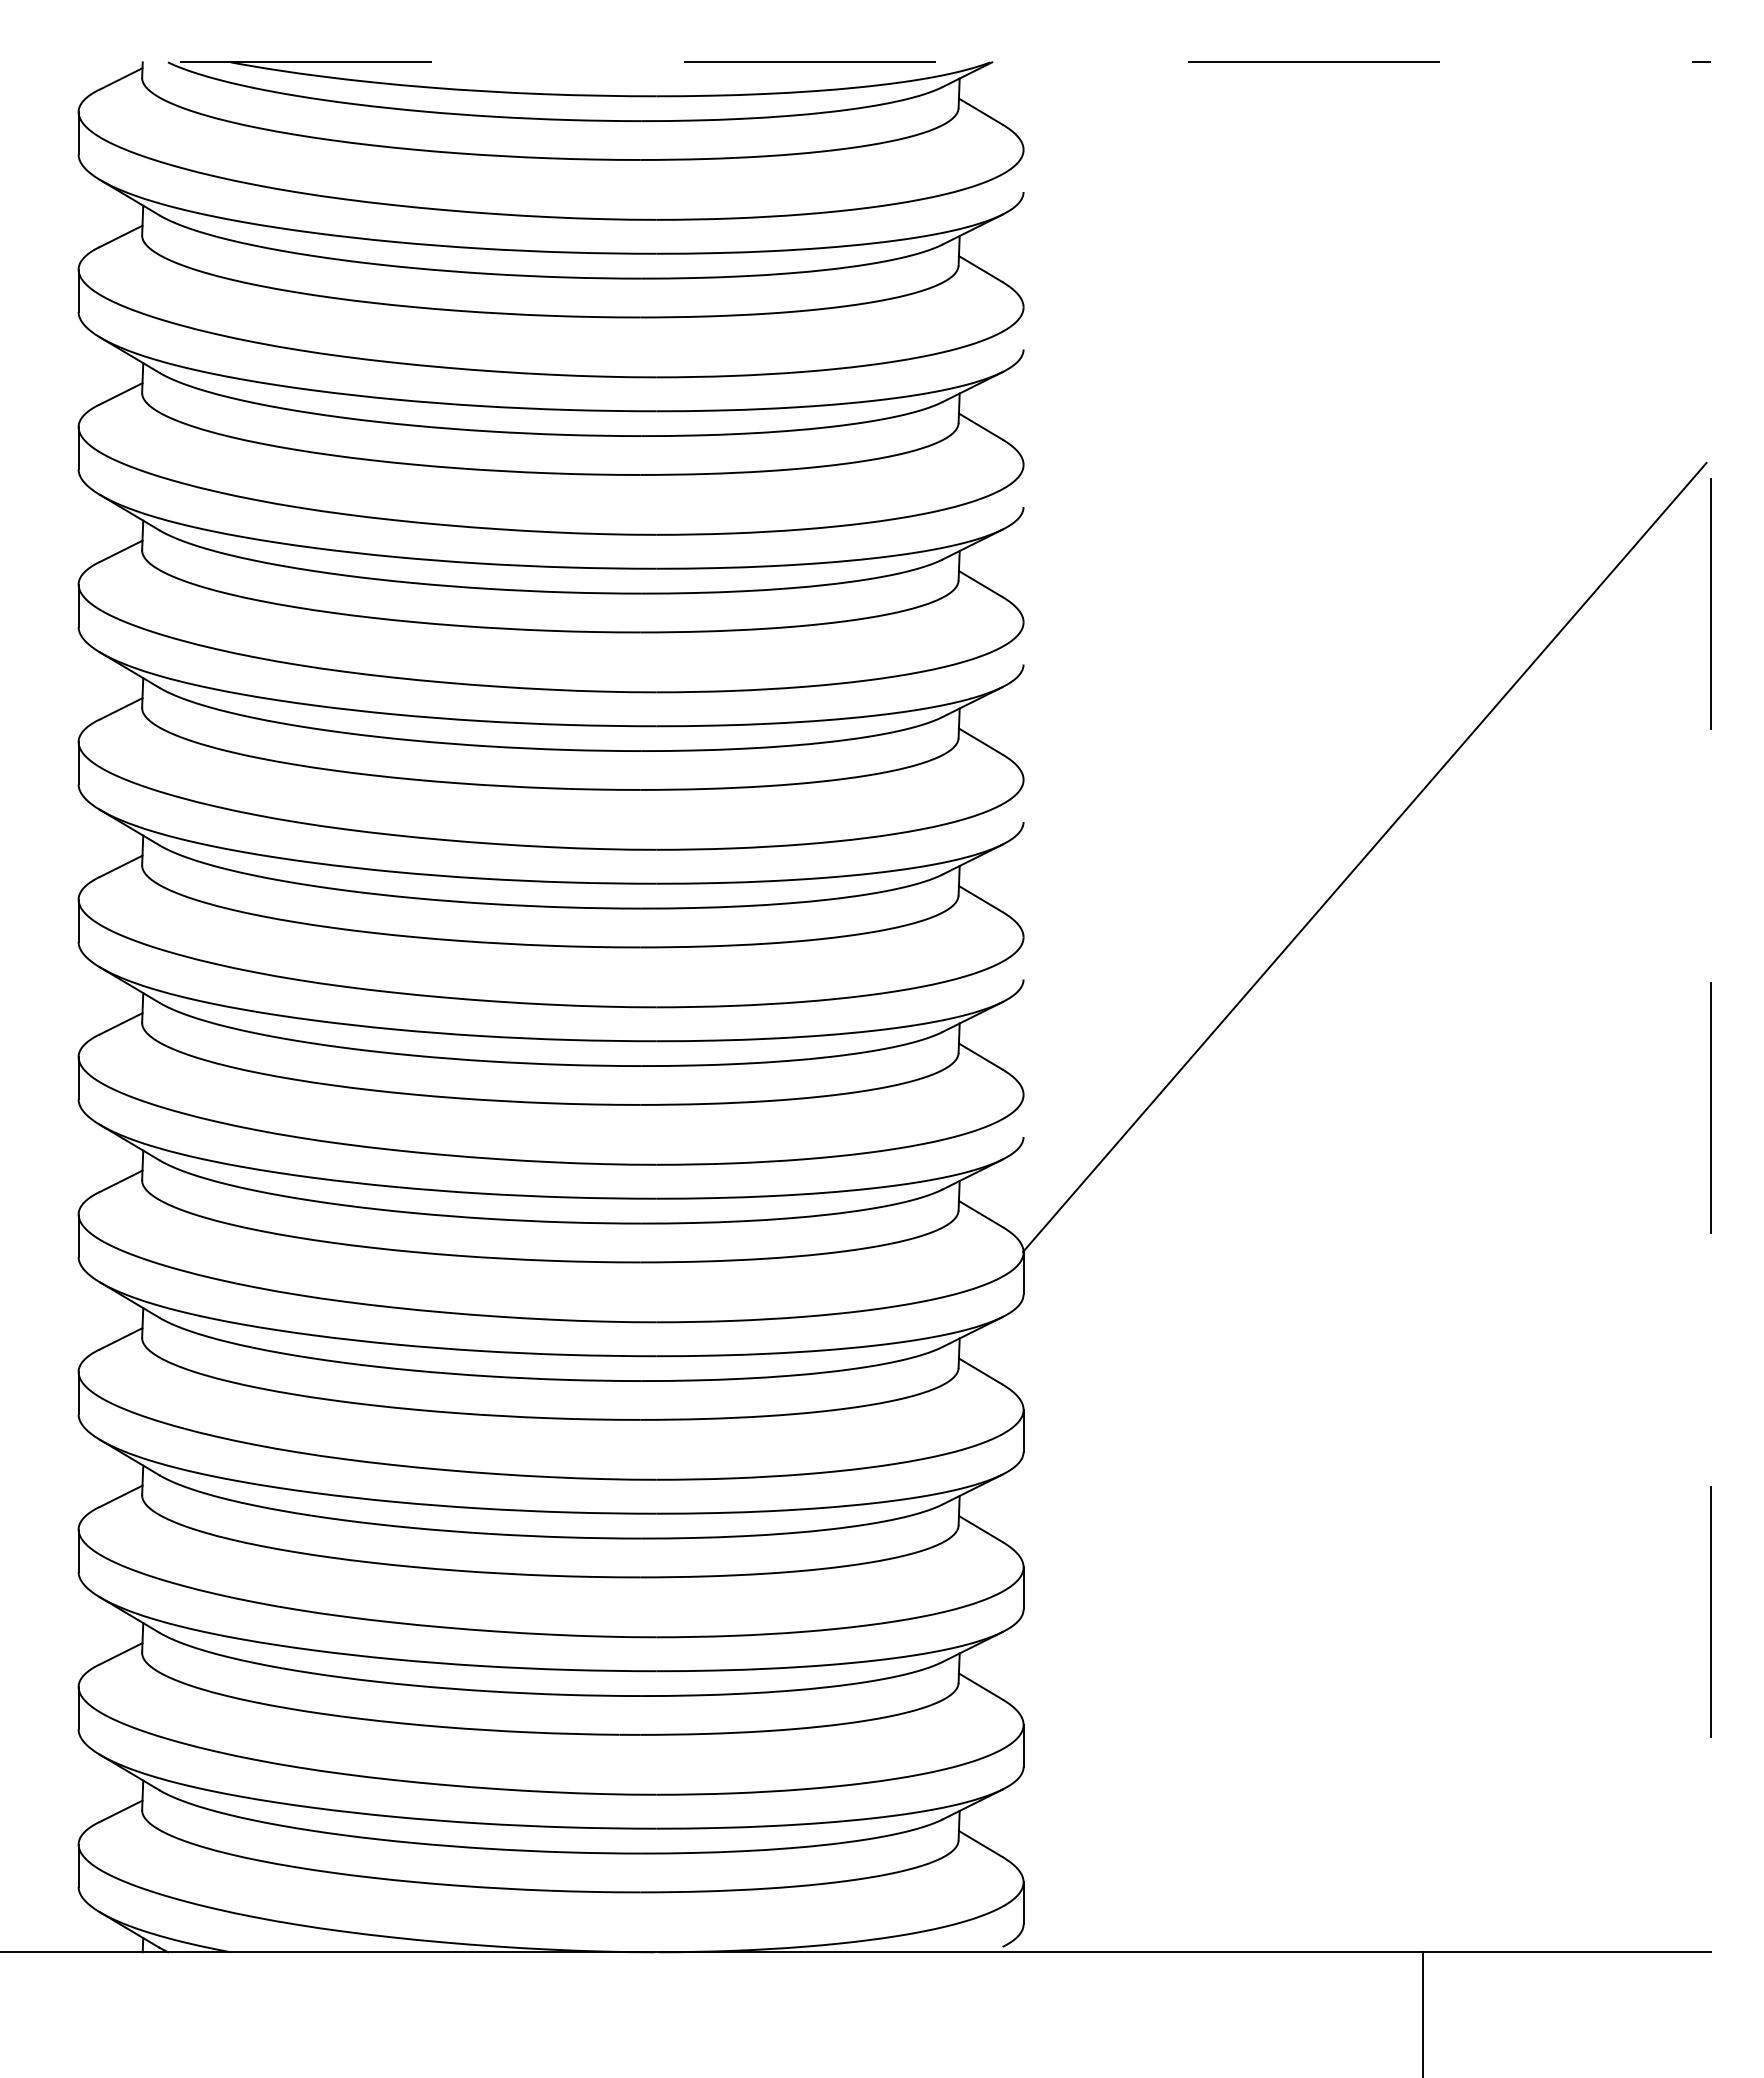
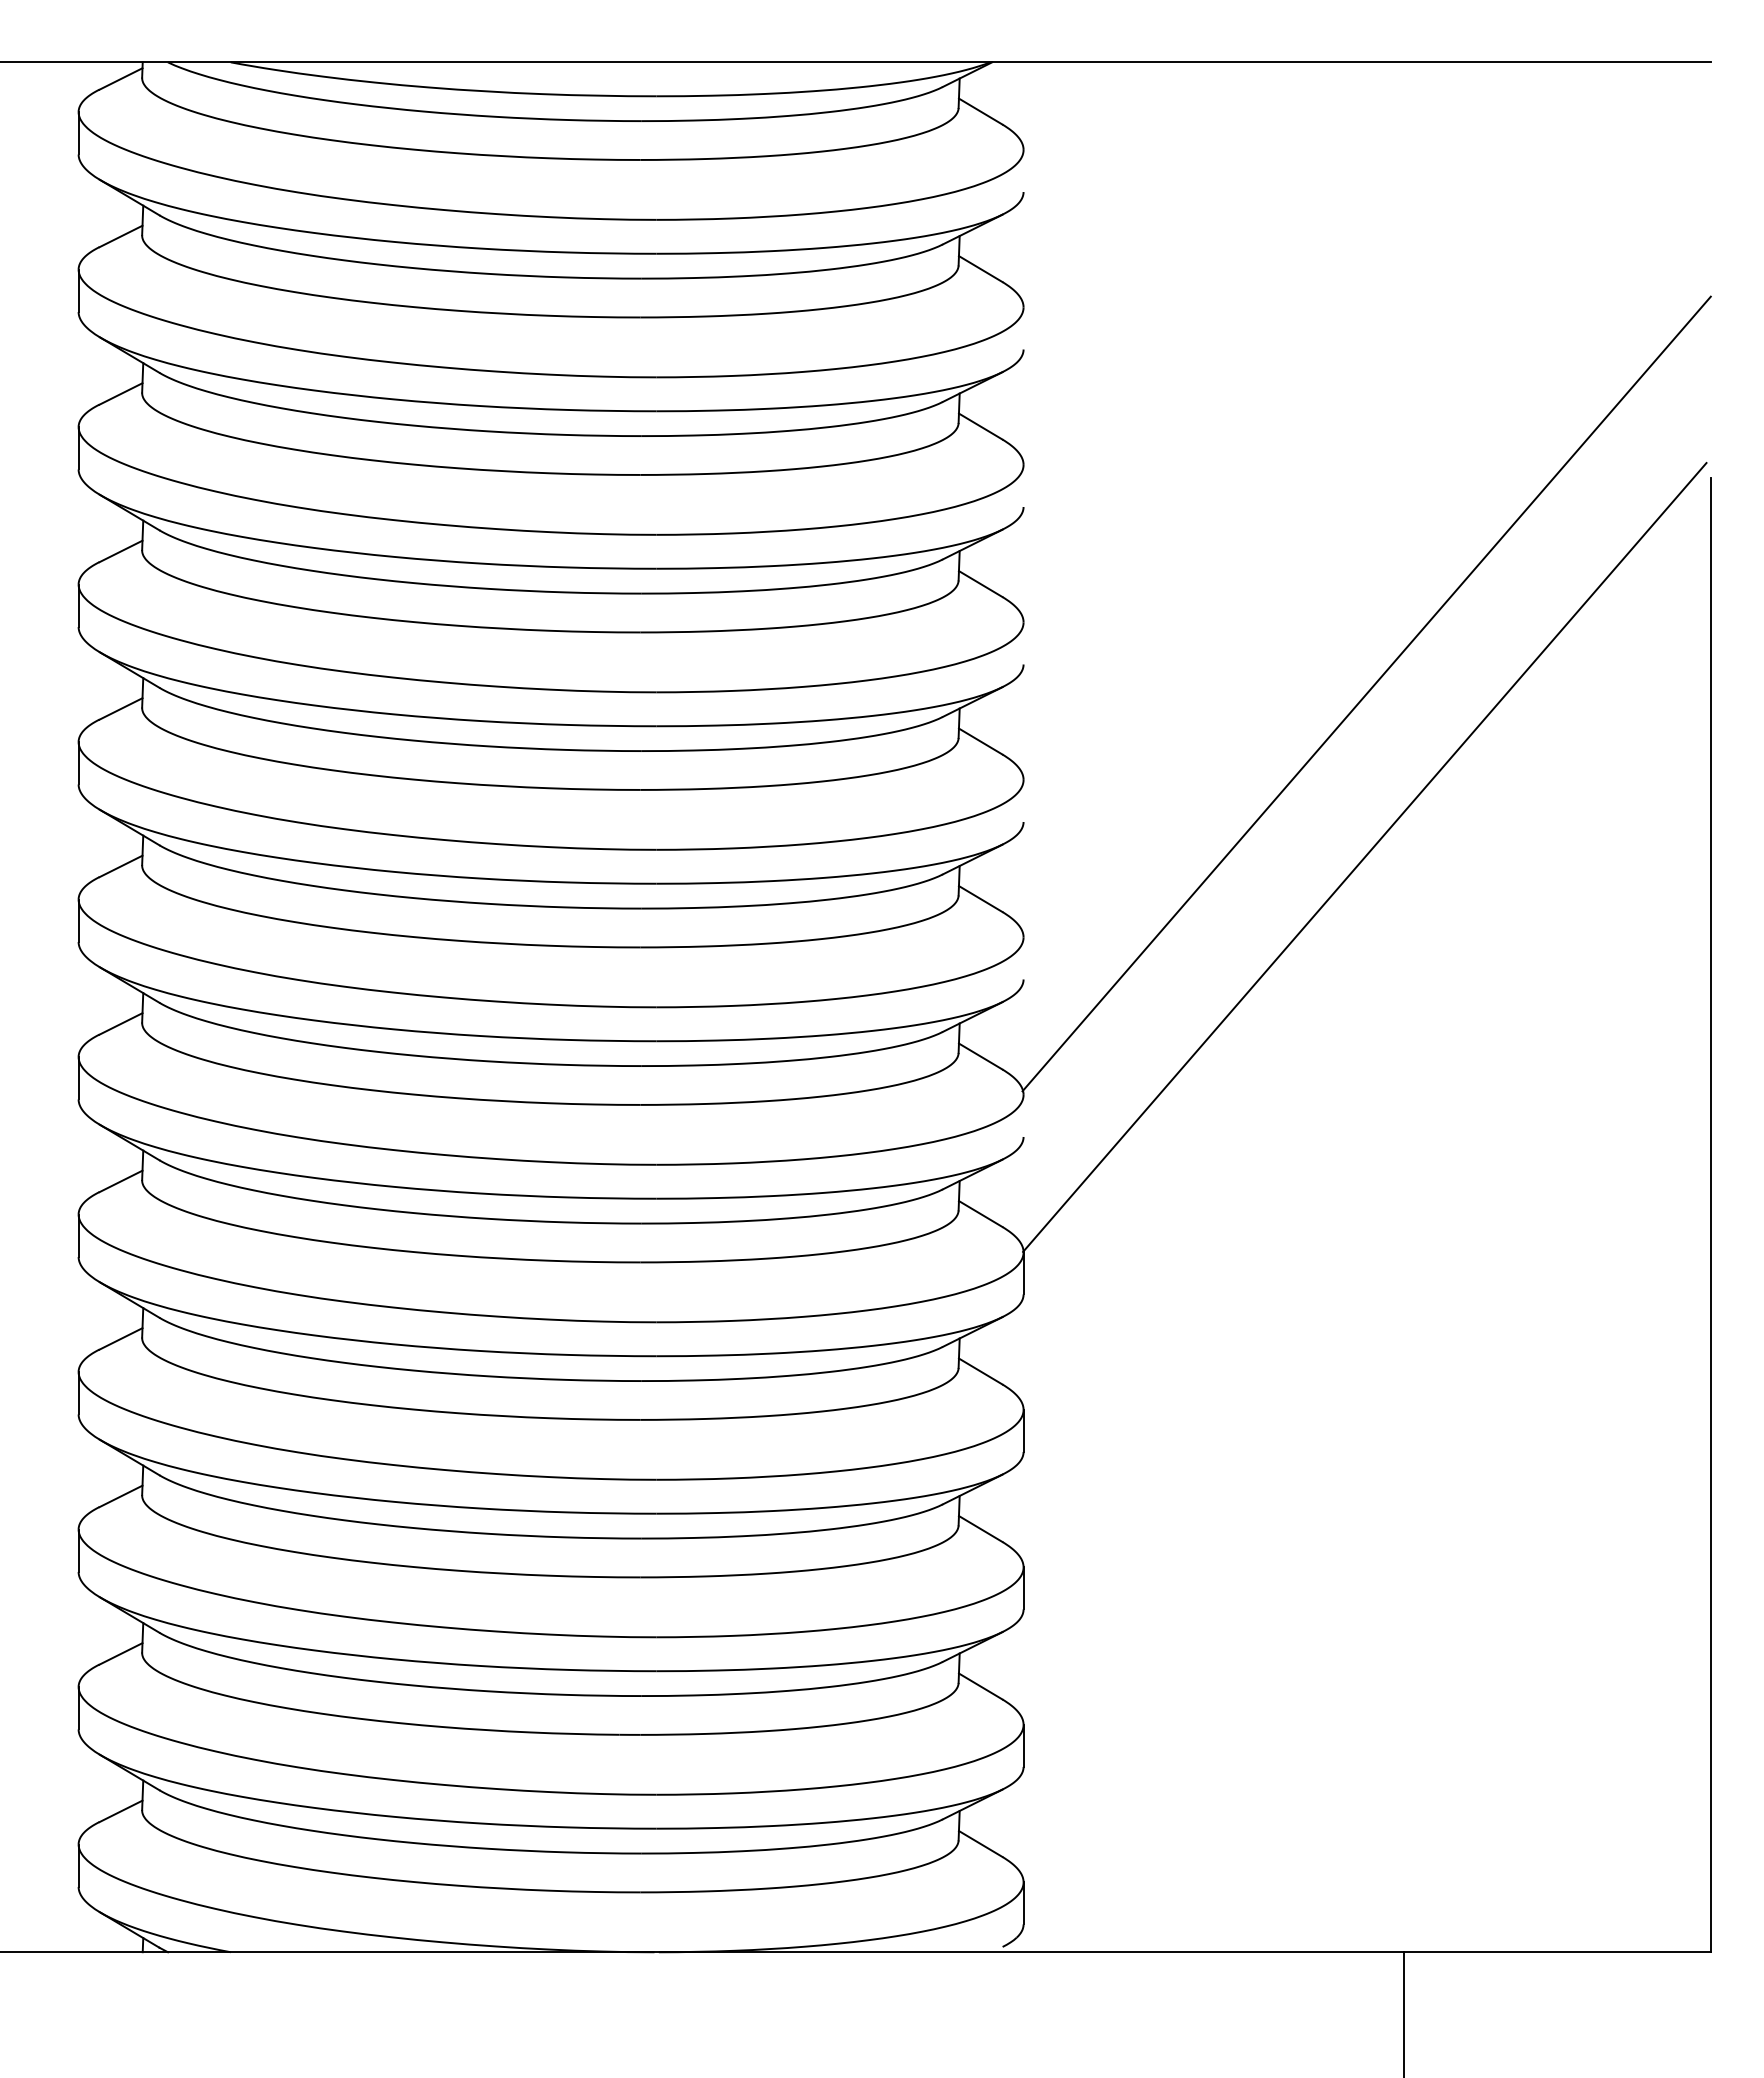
line at (856, 62): dashed -> solid
line at (1366, 693): none -> present
line at (1710, 1215): dashed -> solid
line at (1422, 2013) position: (1422, 2013) -> (1403, 2013)
